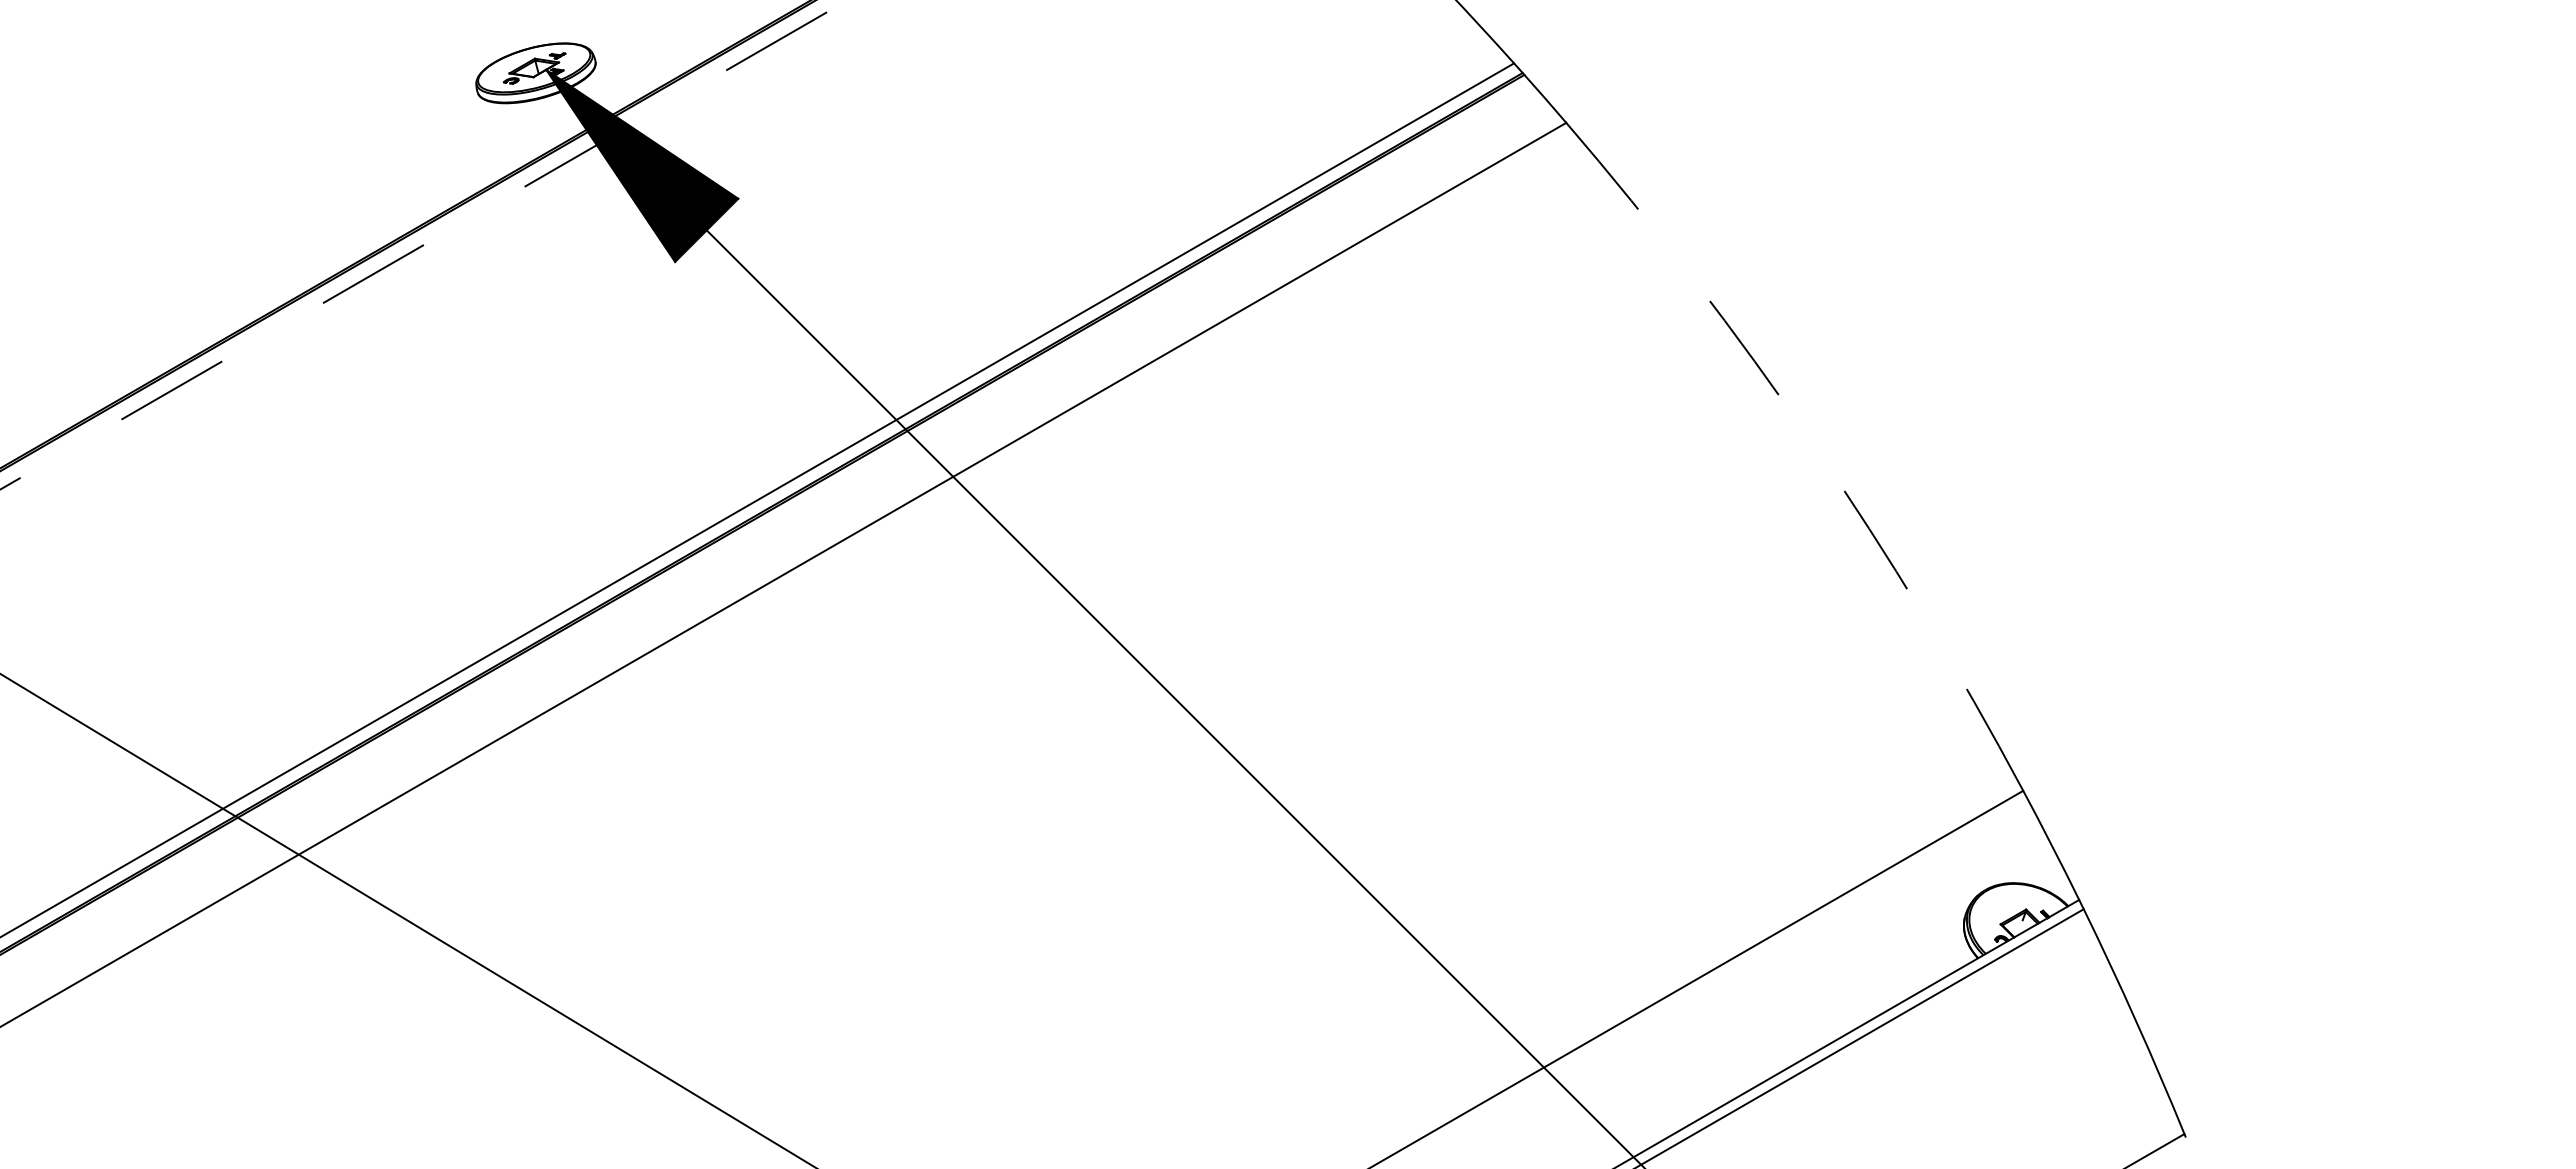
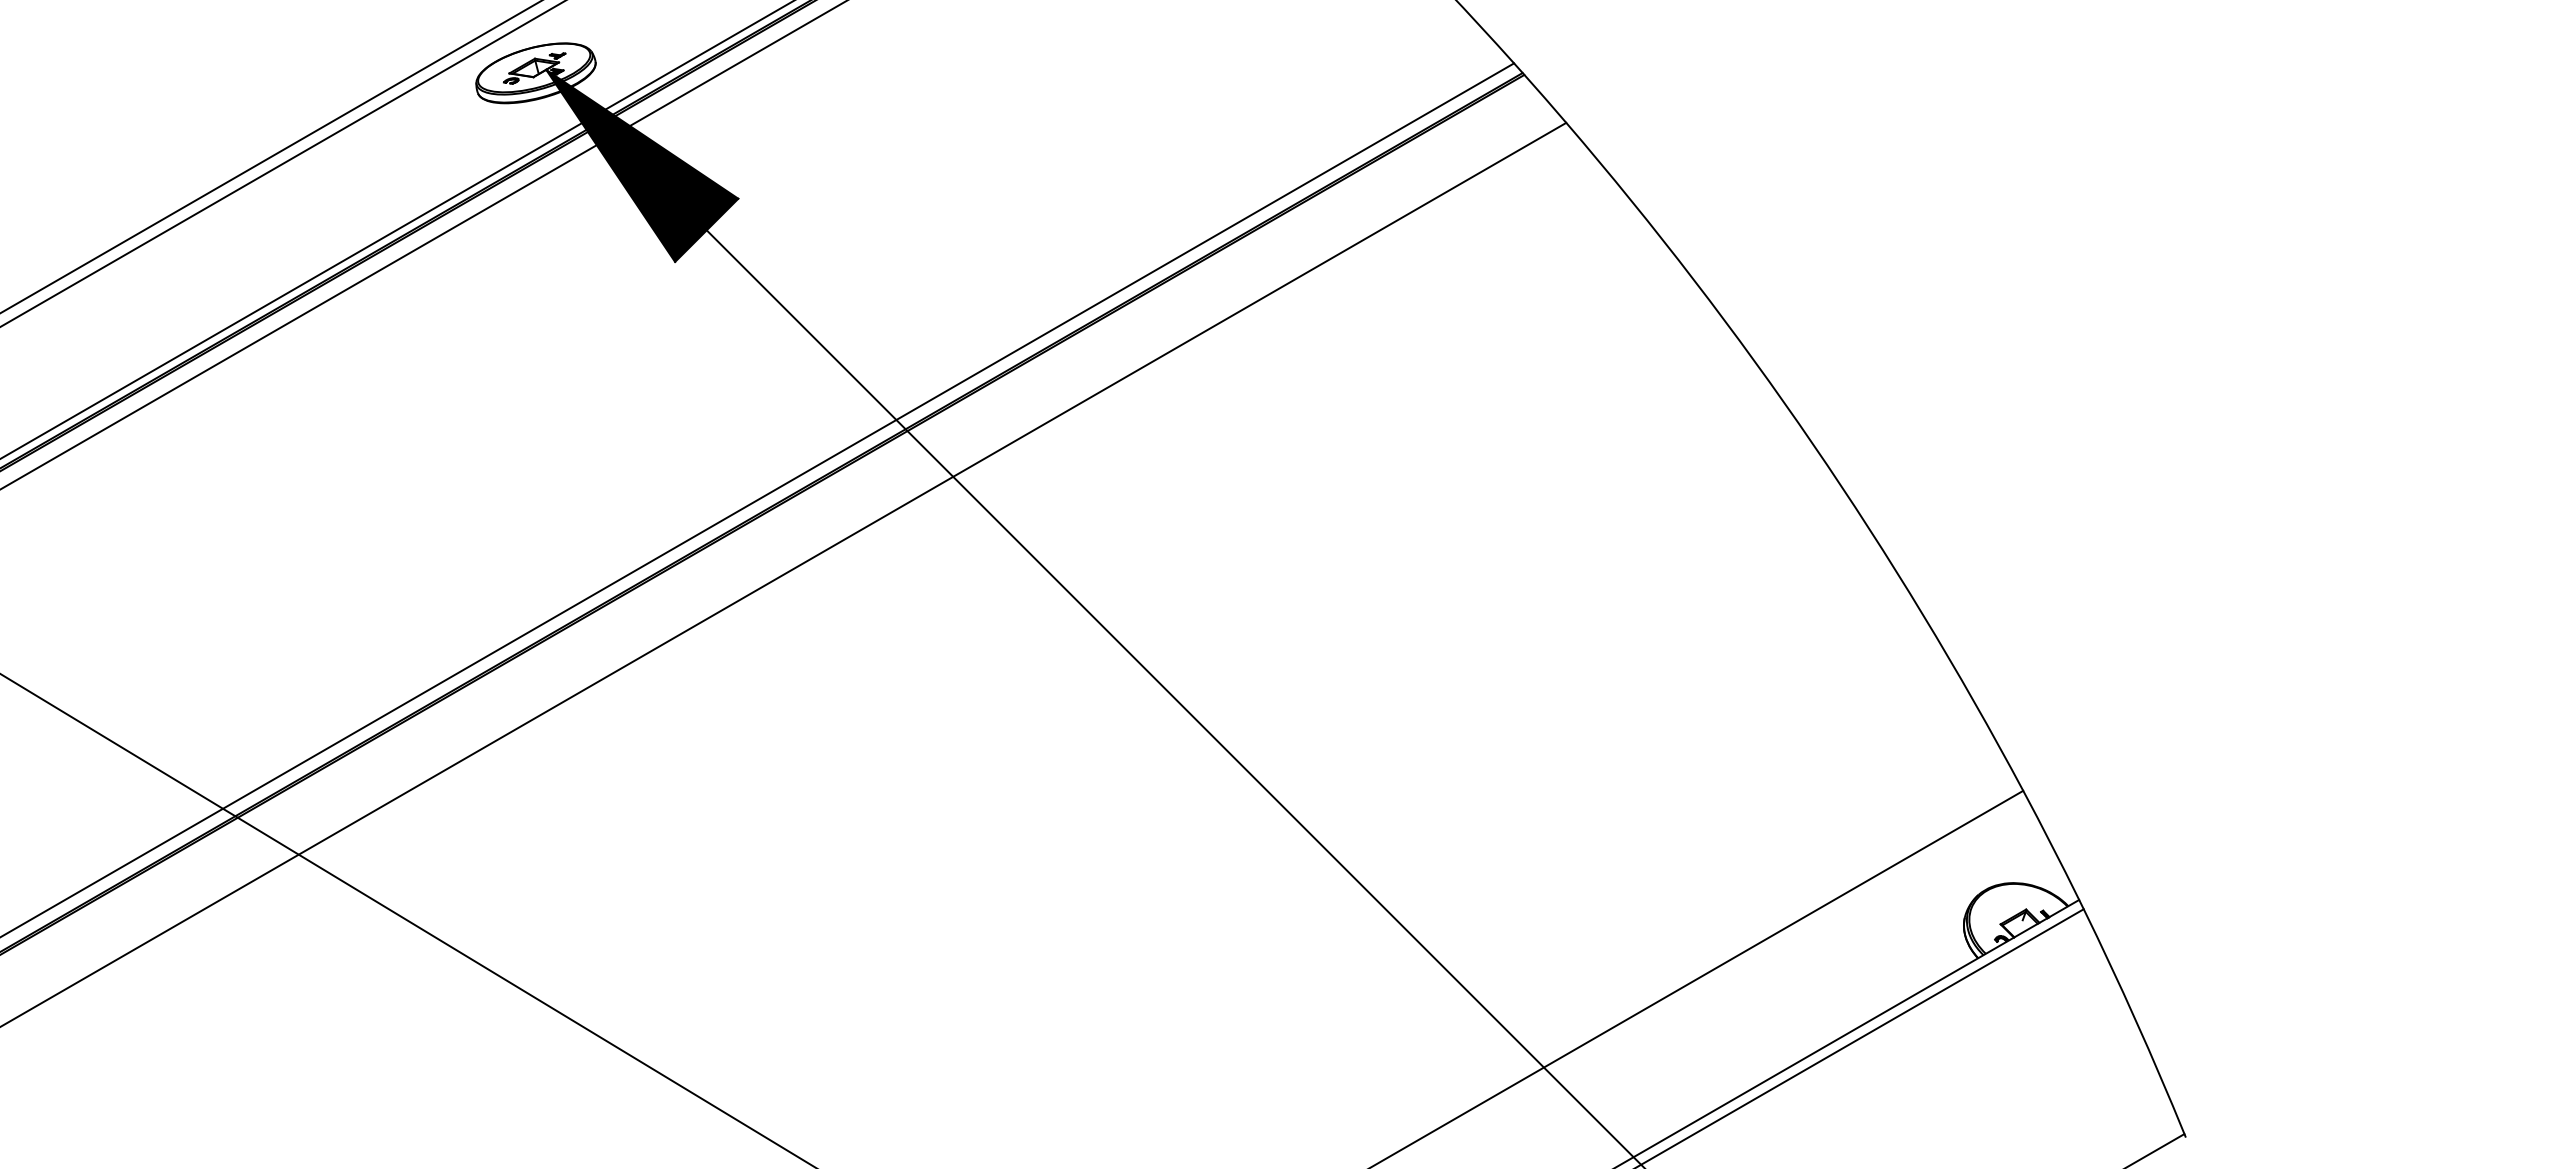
line at (270, 157): none -> present
line at (282, 163): none -> present
line at (396, 229): none -> present
line at (423, 245): dashed -> solid
arc at (1813, 444): dashed -> solid
